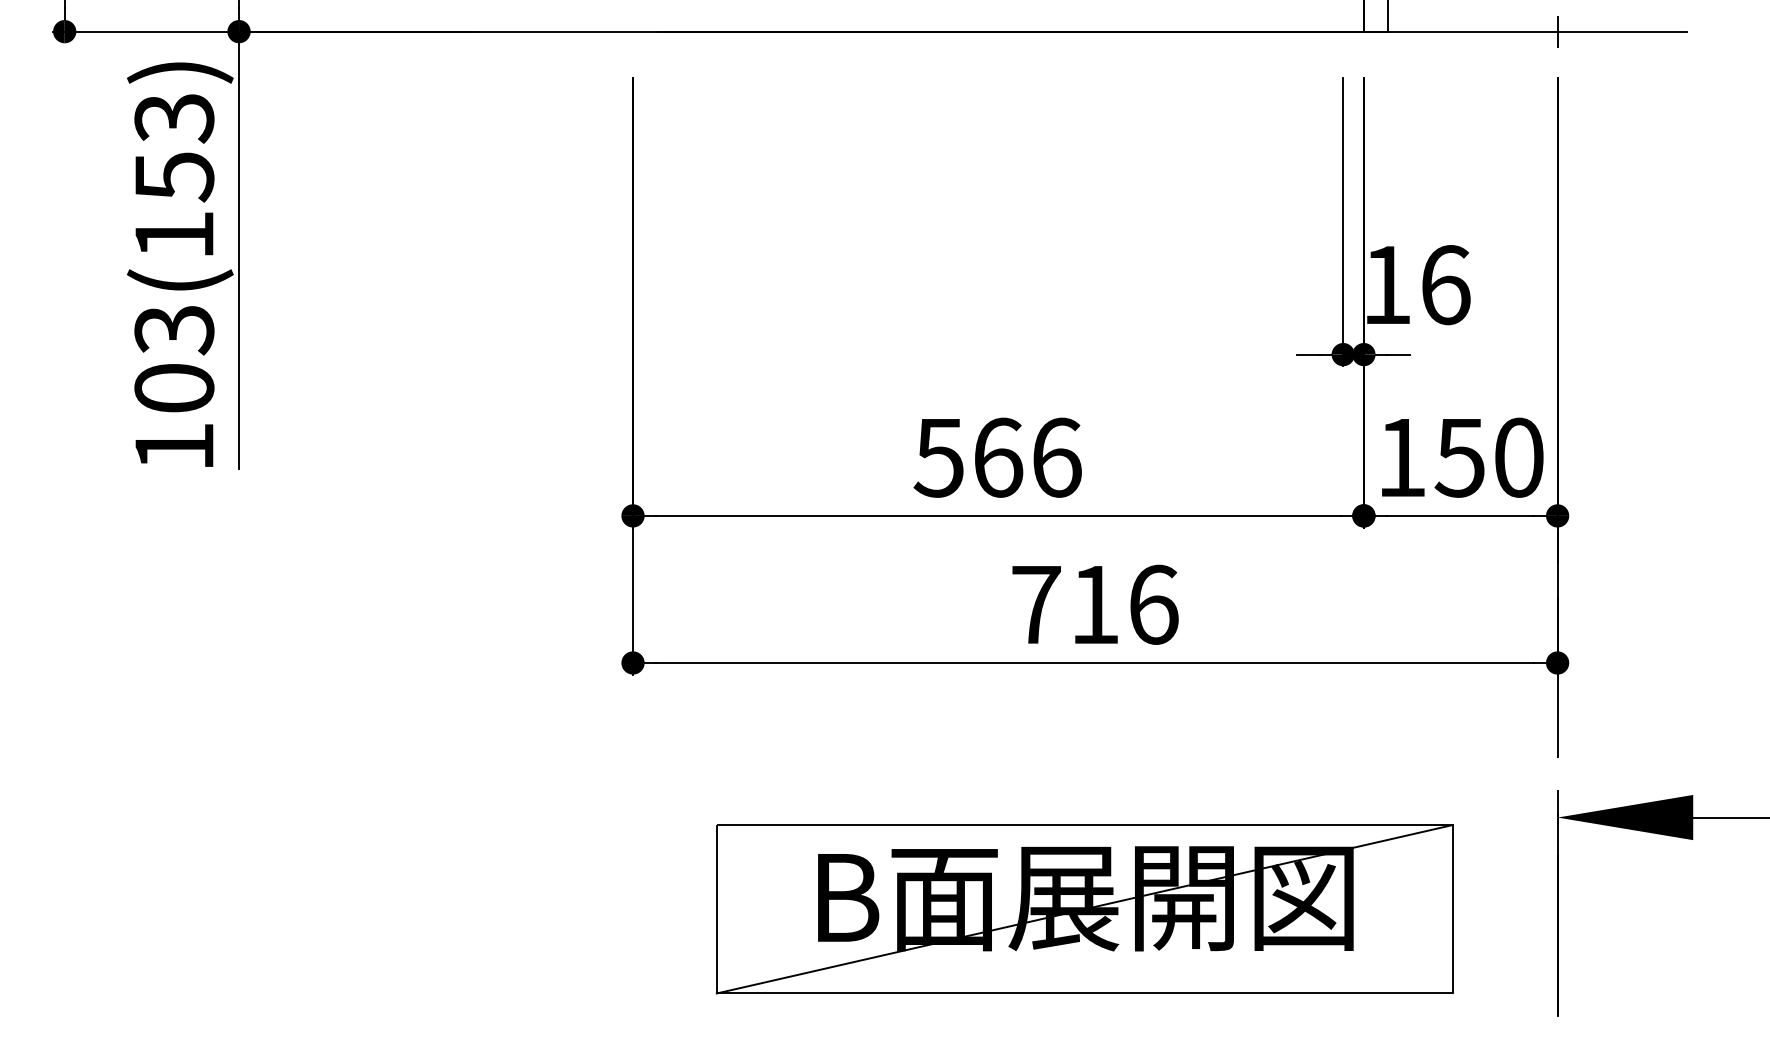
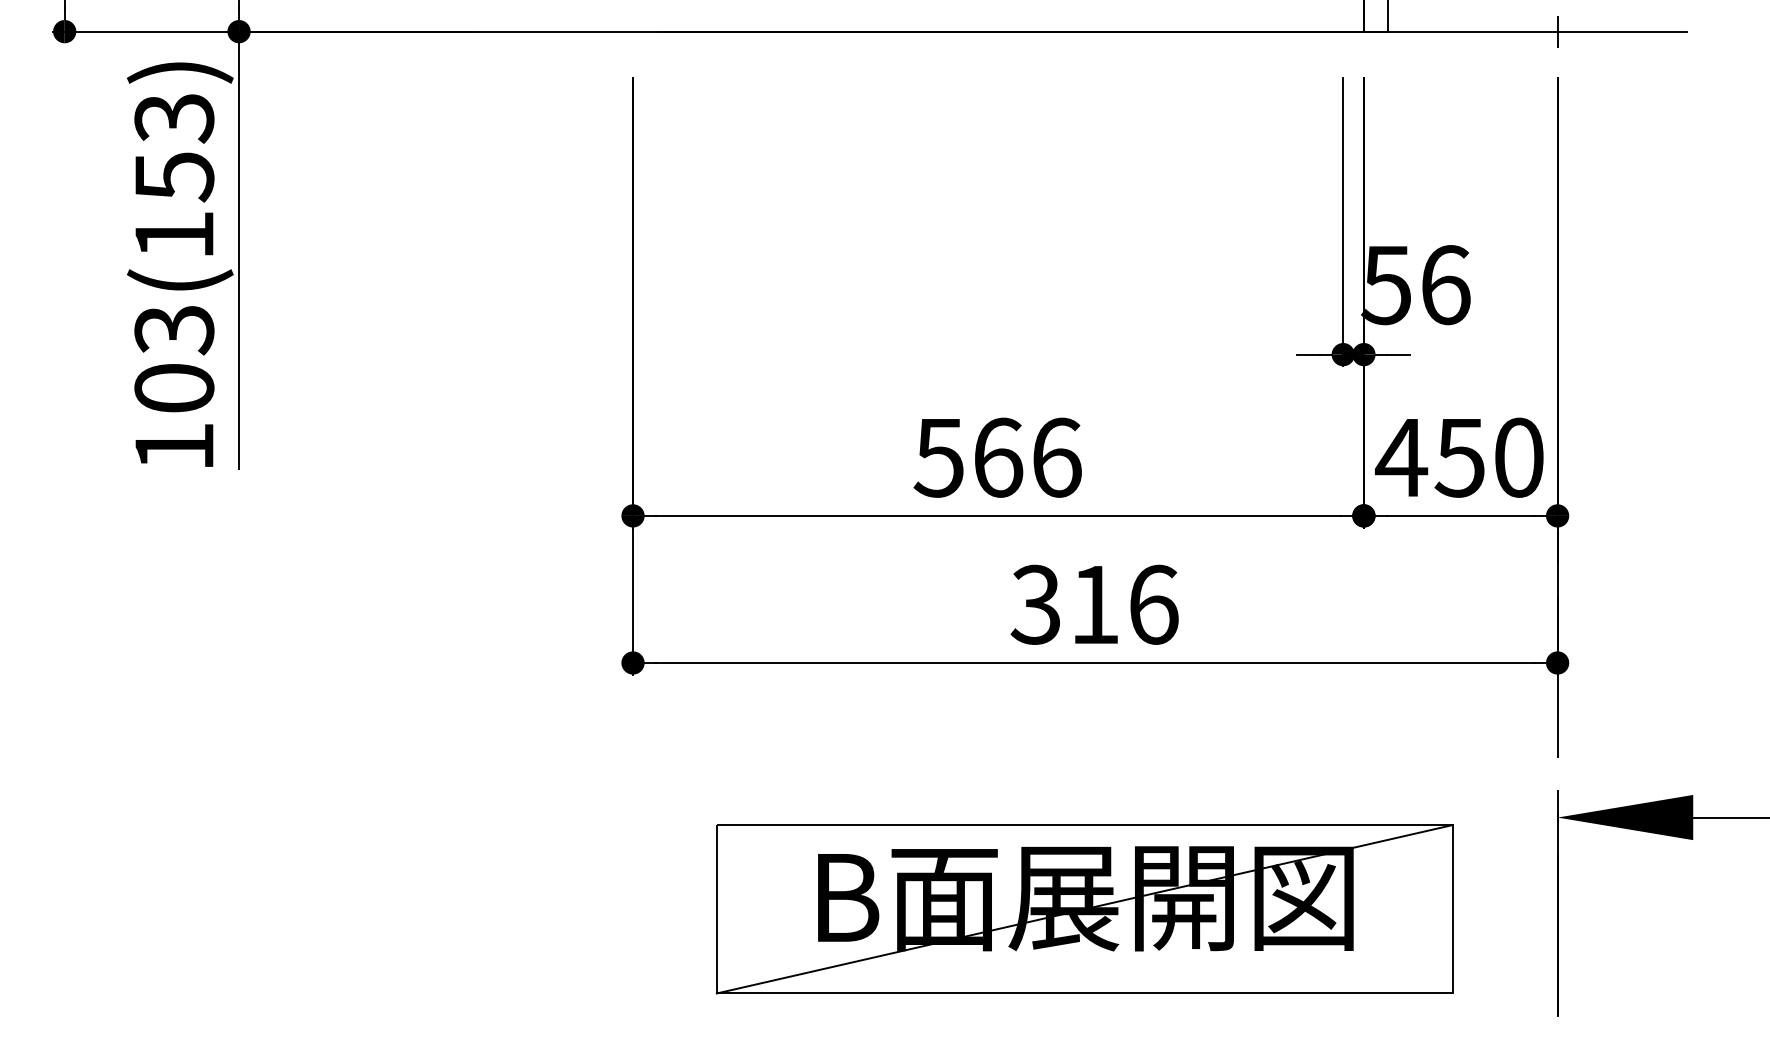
text at (1385, 285): 16 -> 56
text at (1401, 457): 150 -> 450
text at (1035, 604): 716 -> 316
